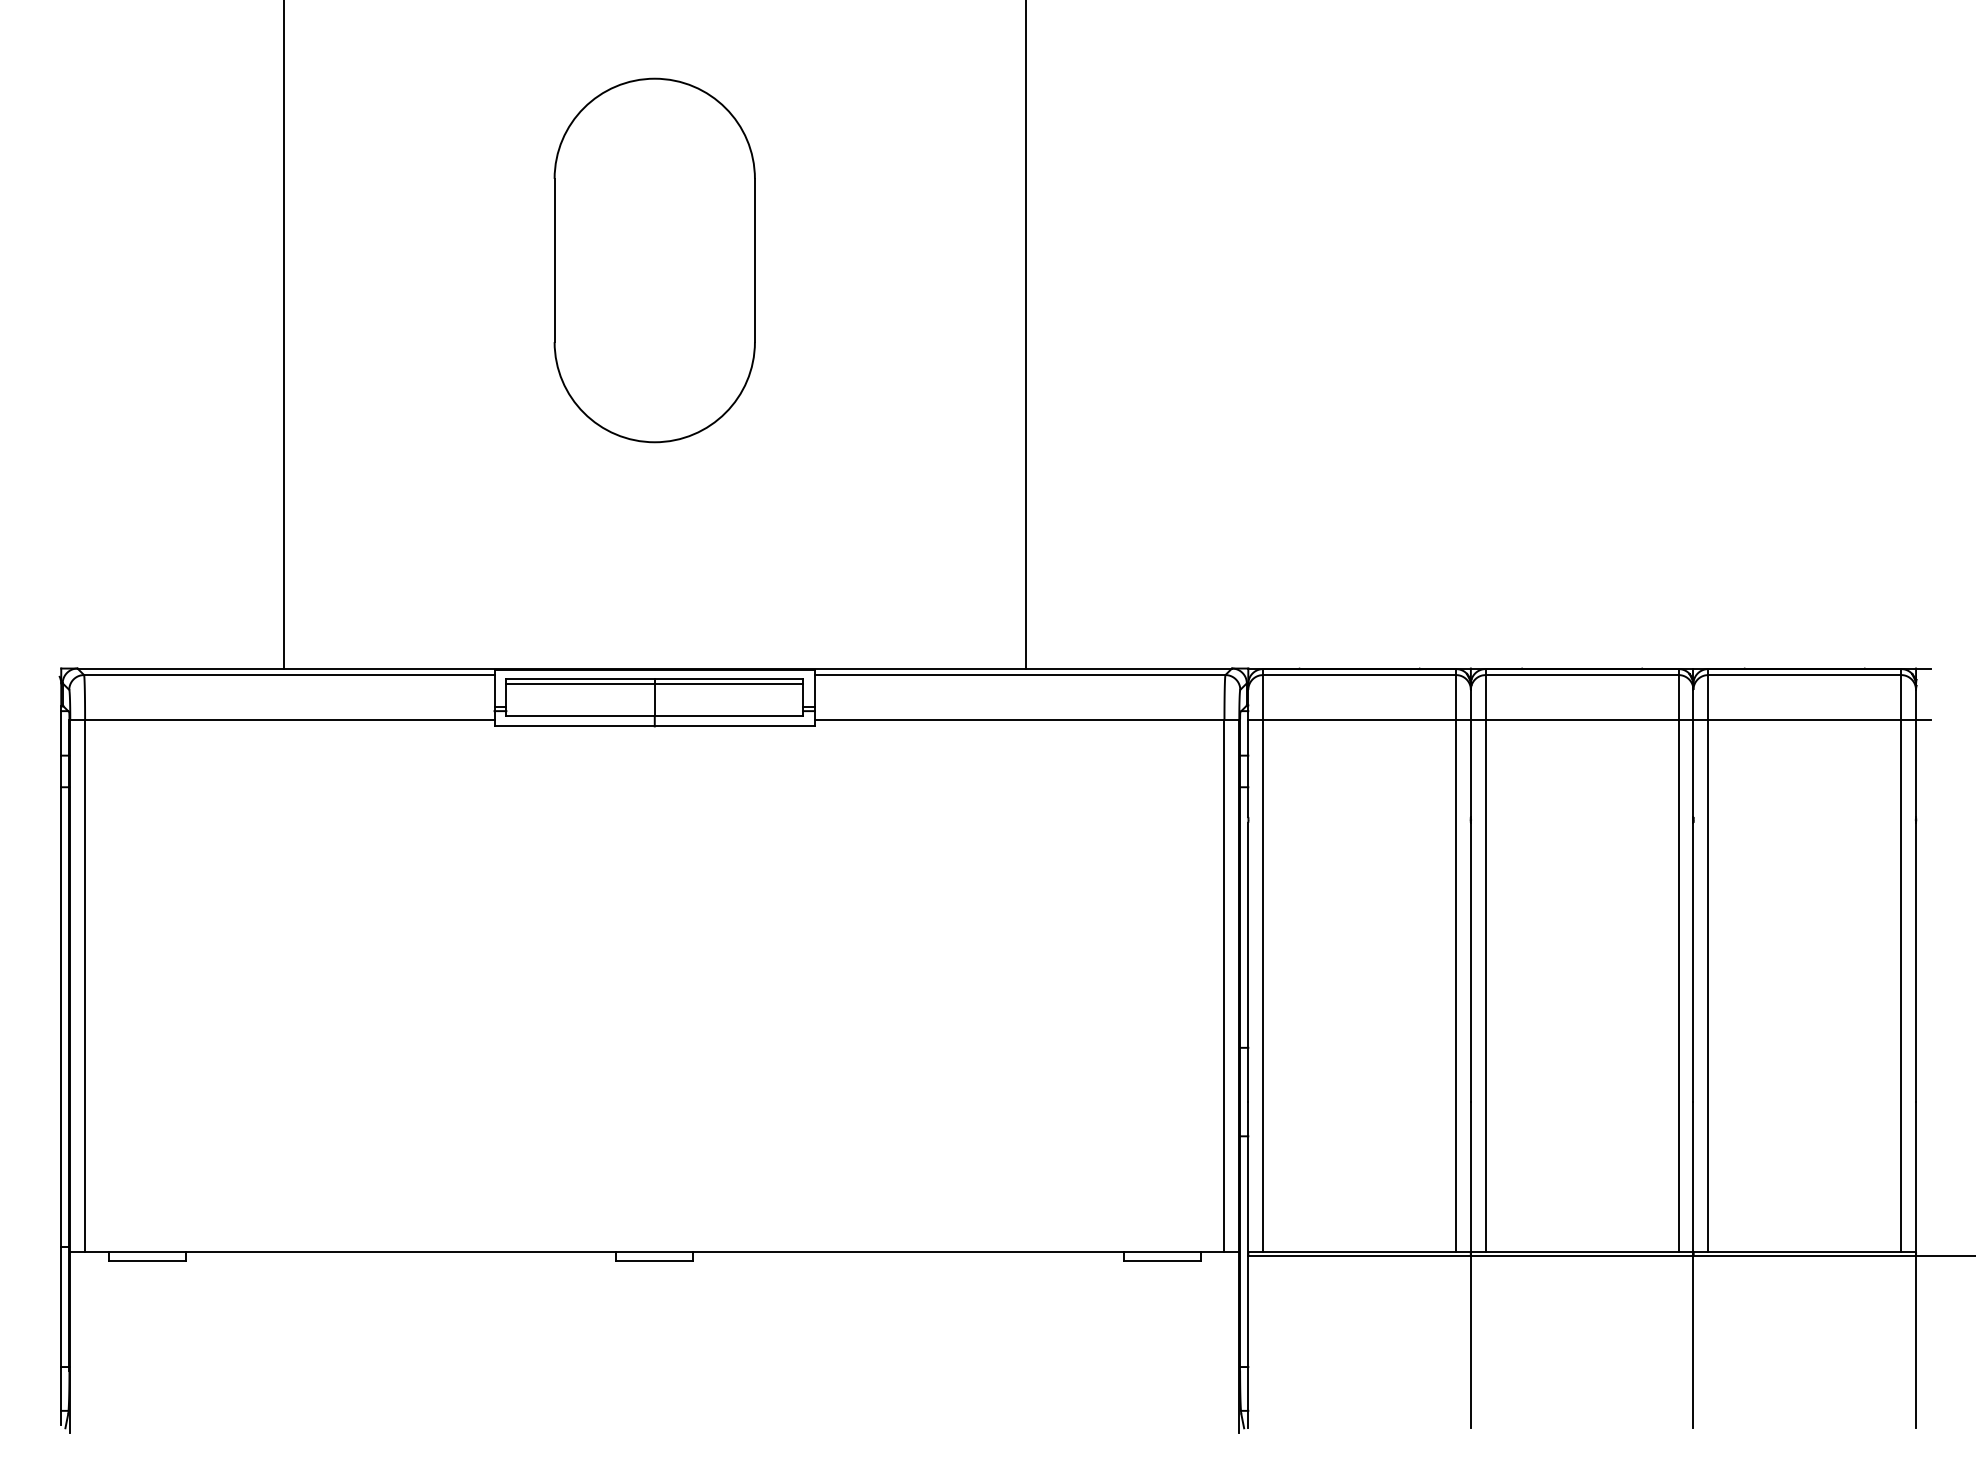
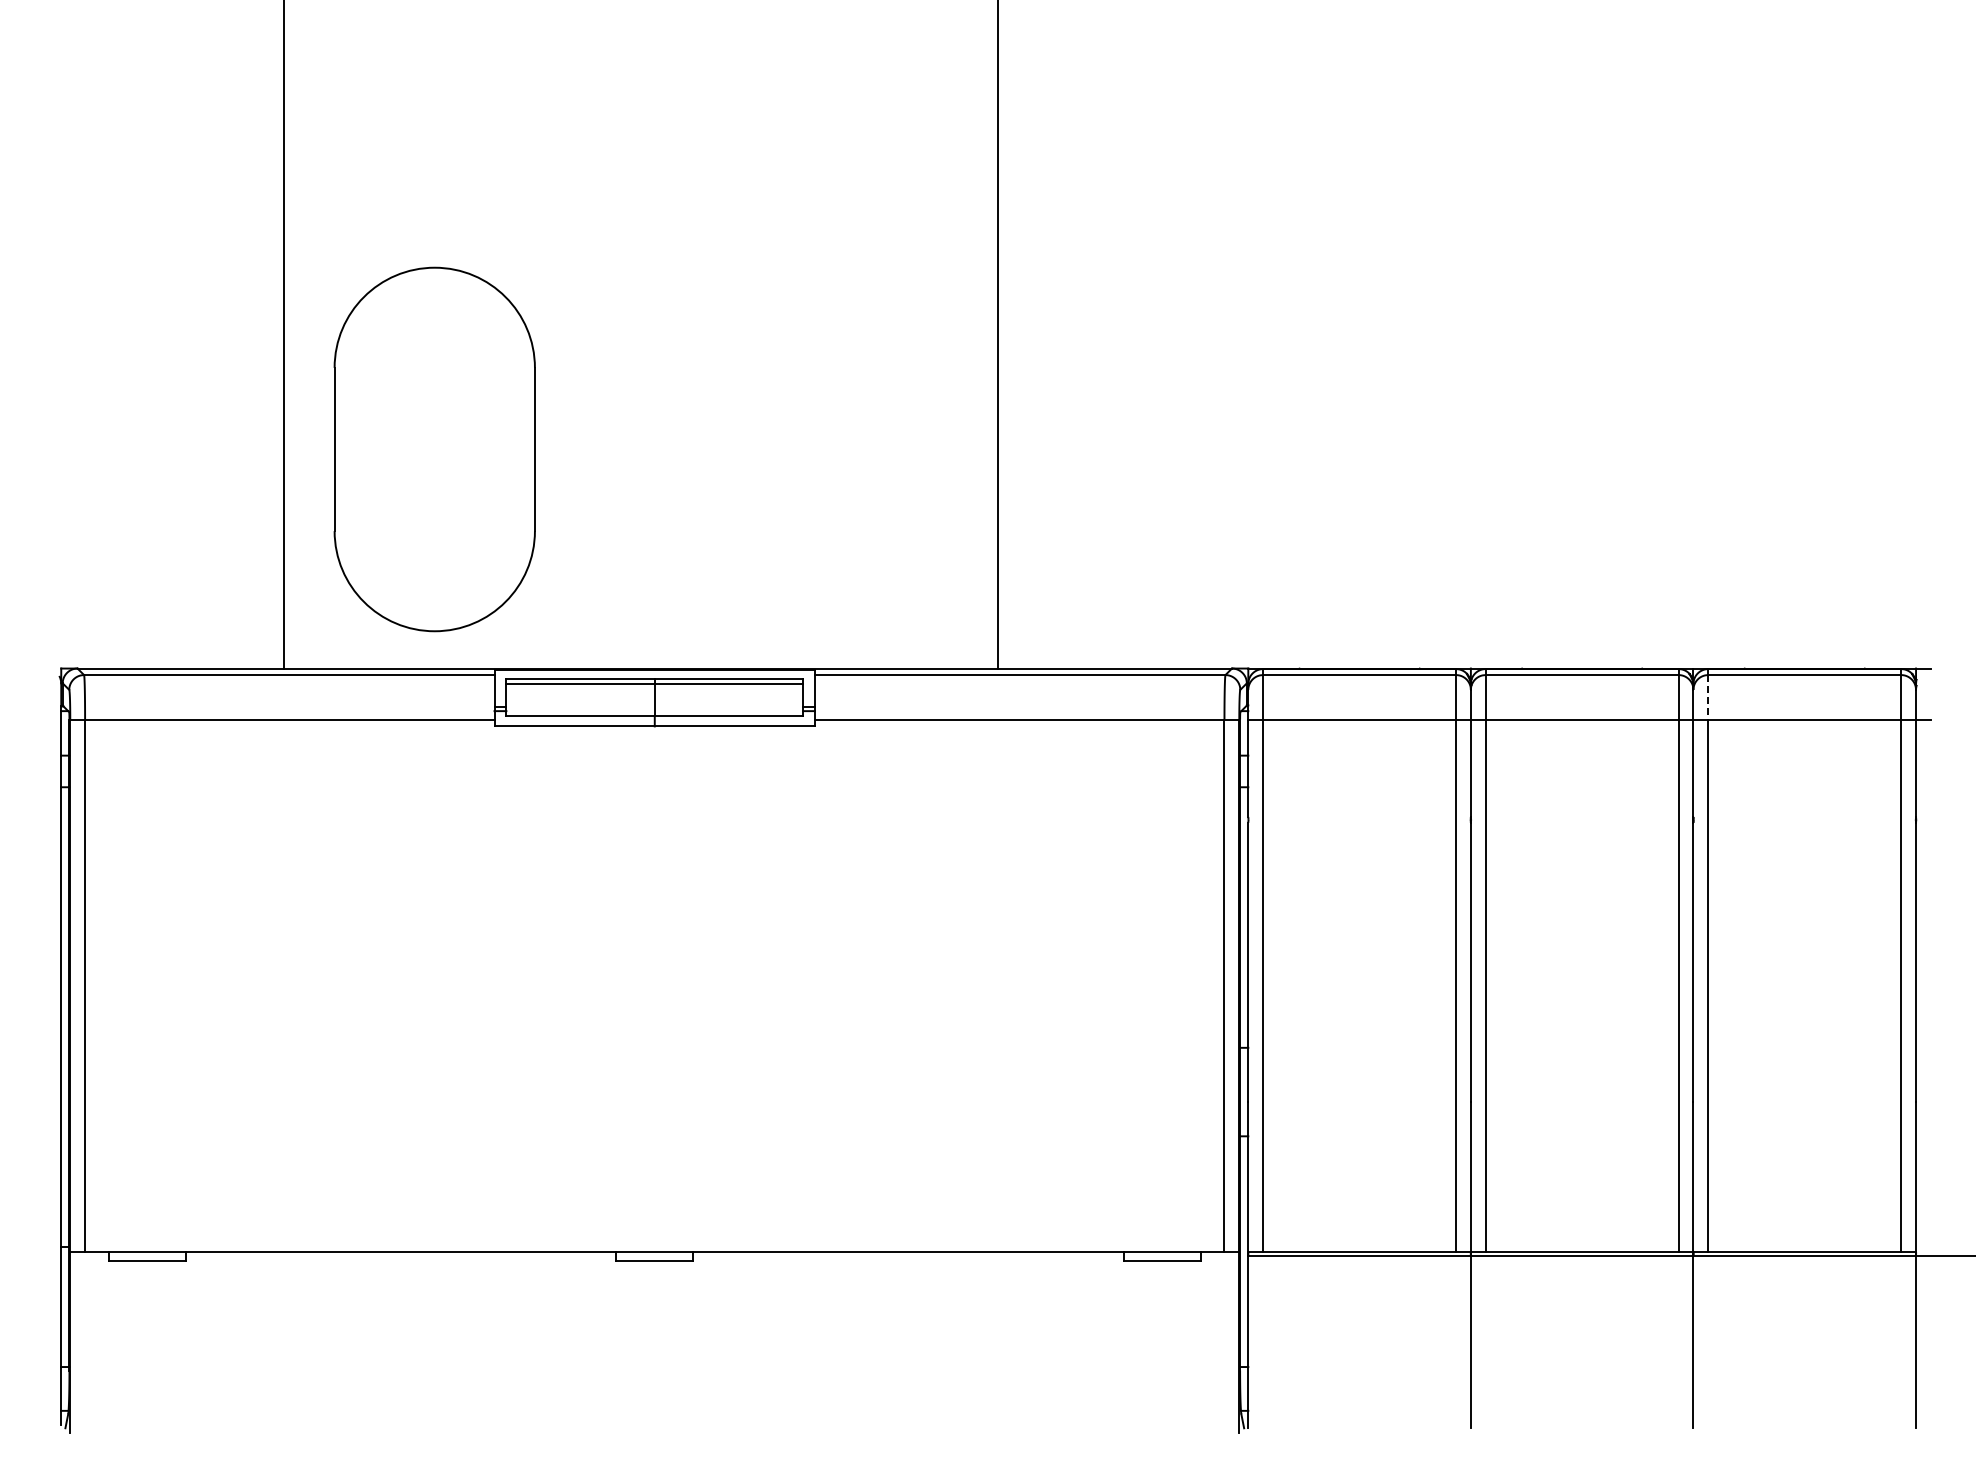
part at (654, 260) position: (654, 260) -> (434, 449)
line at (1025, 335) position: (1025, 335) -> (997, 335)
line at (1708, 697): solid -> dashed
